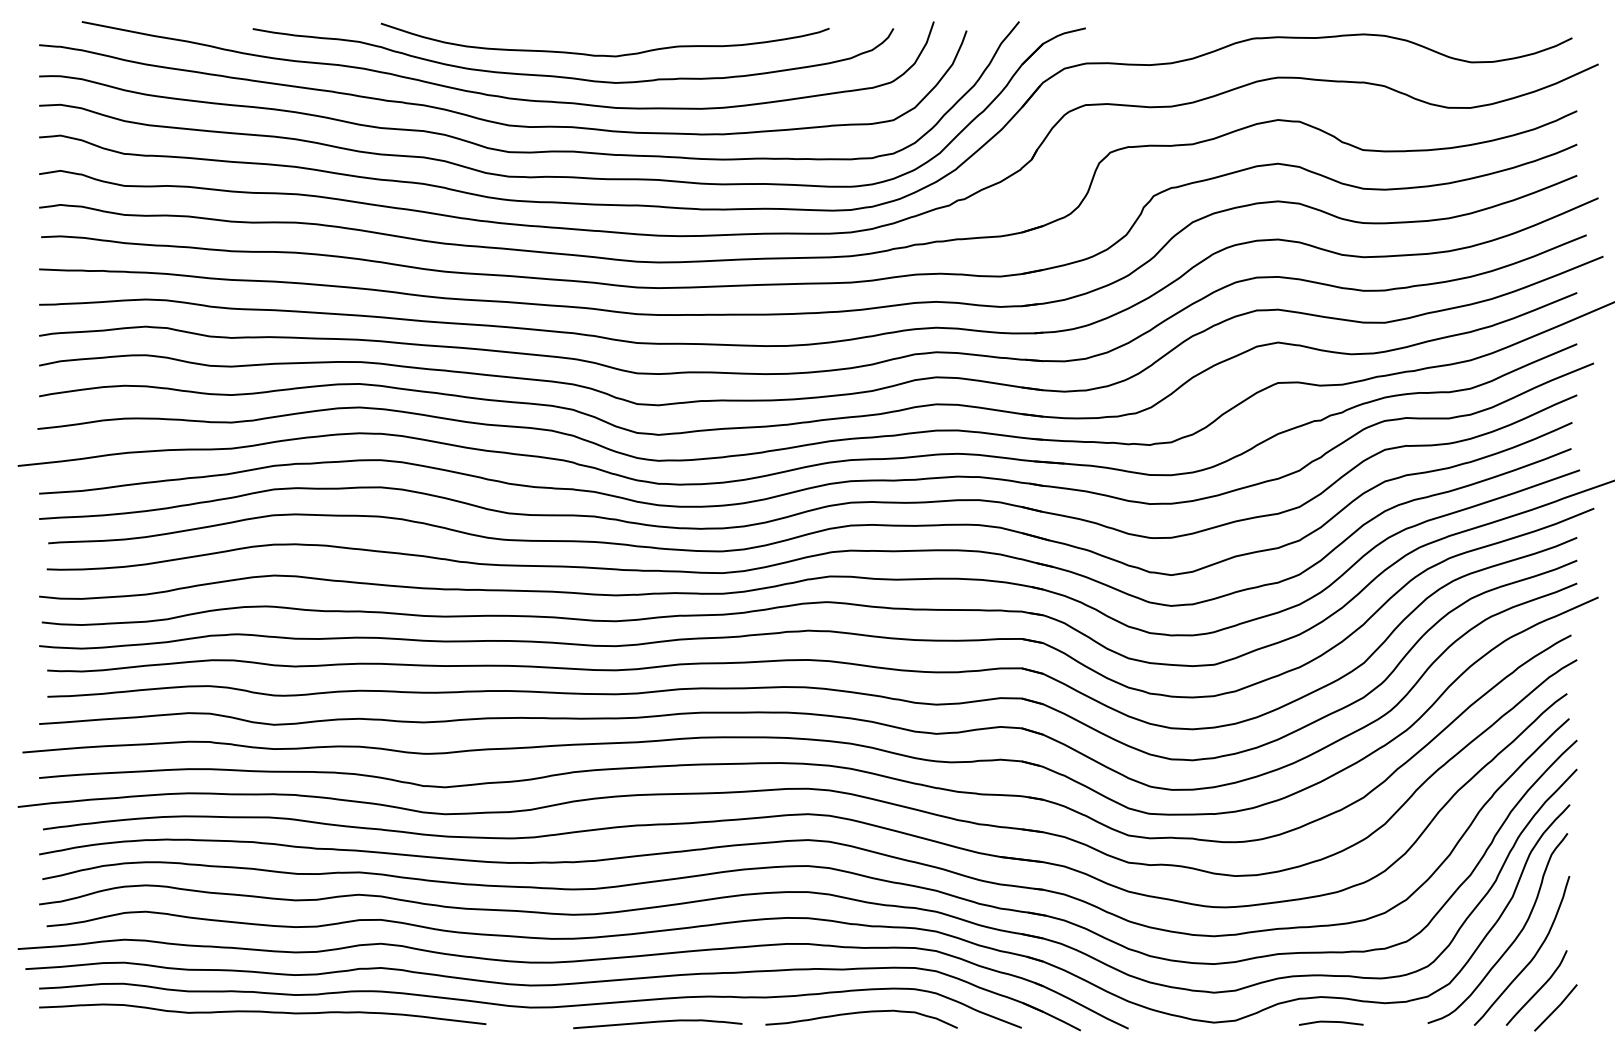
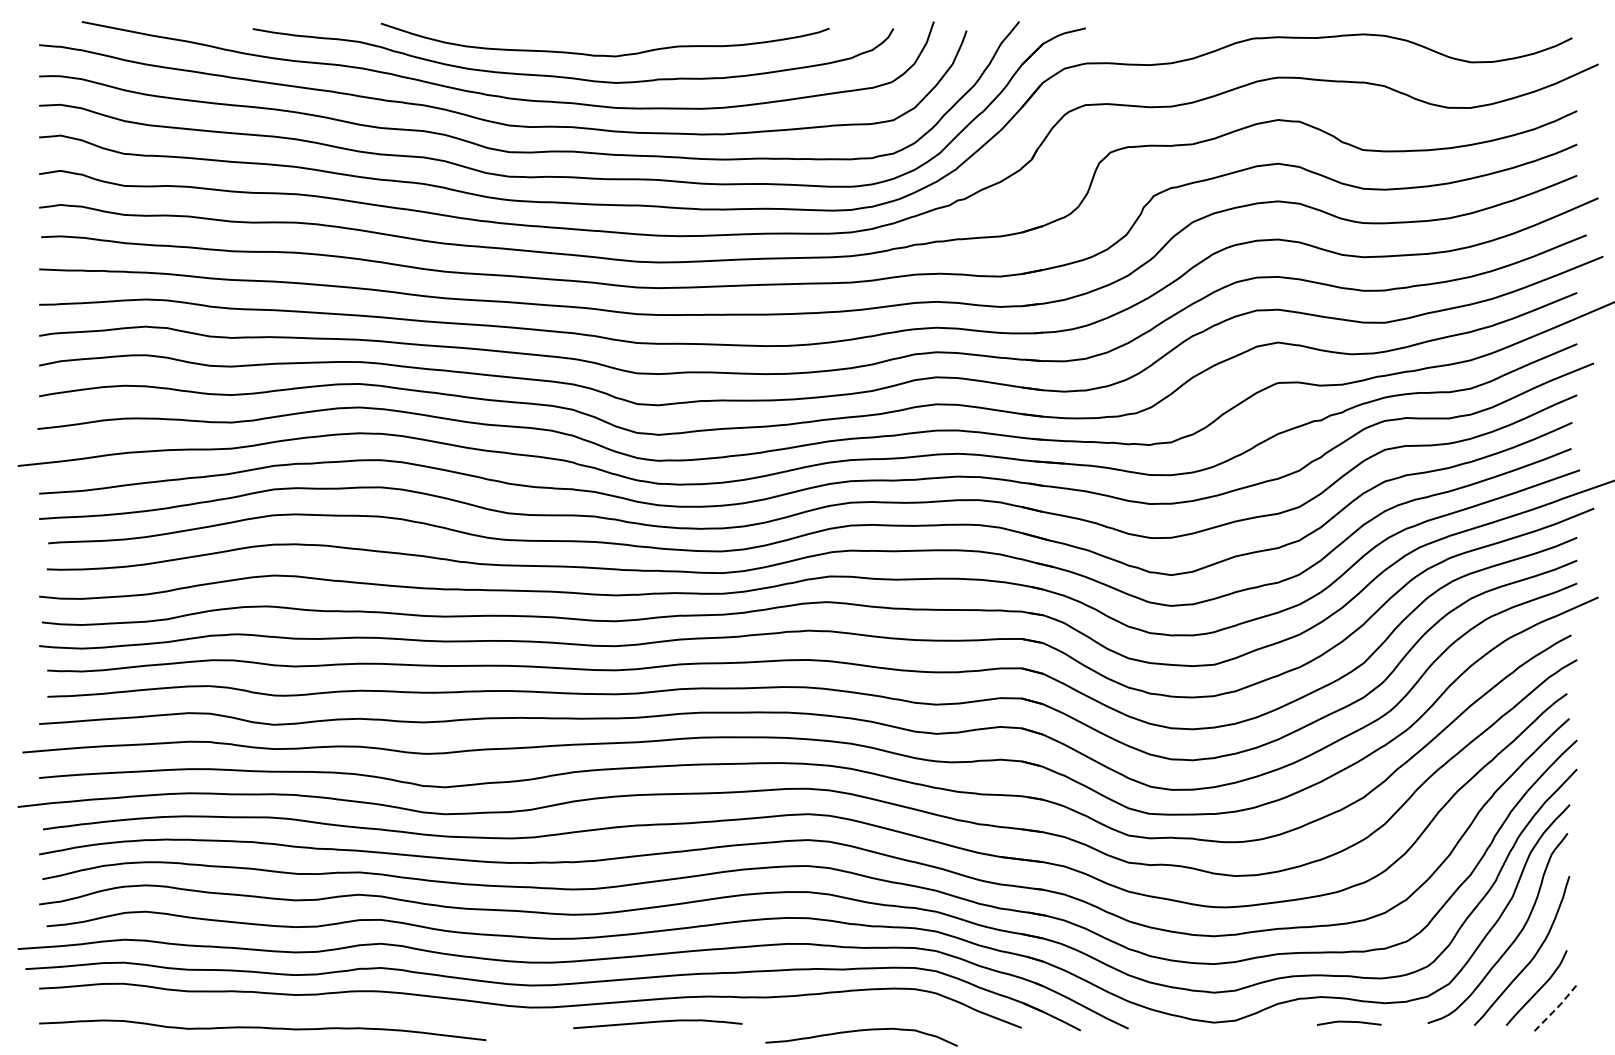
line at (1557, 1007): solid -> dashed
curve at (262, 1012) position: (262, 1012) -> (262, 1028)
curve at (861, 1013) position: (861, 1013) -> (861, 1031)
curve at (1331, 1022) position: (1331, 1022) -> (1349, 1022)
